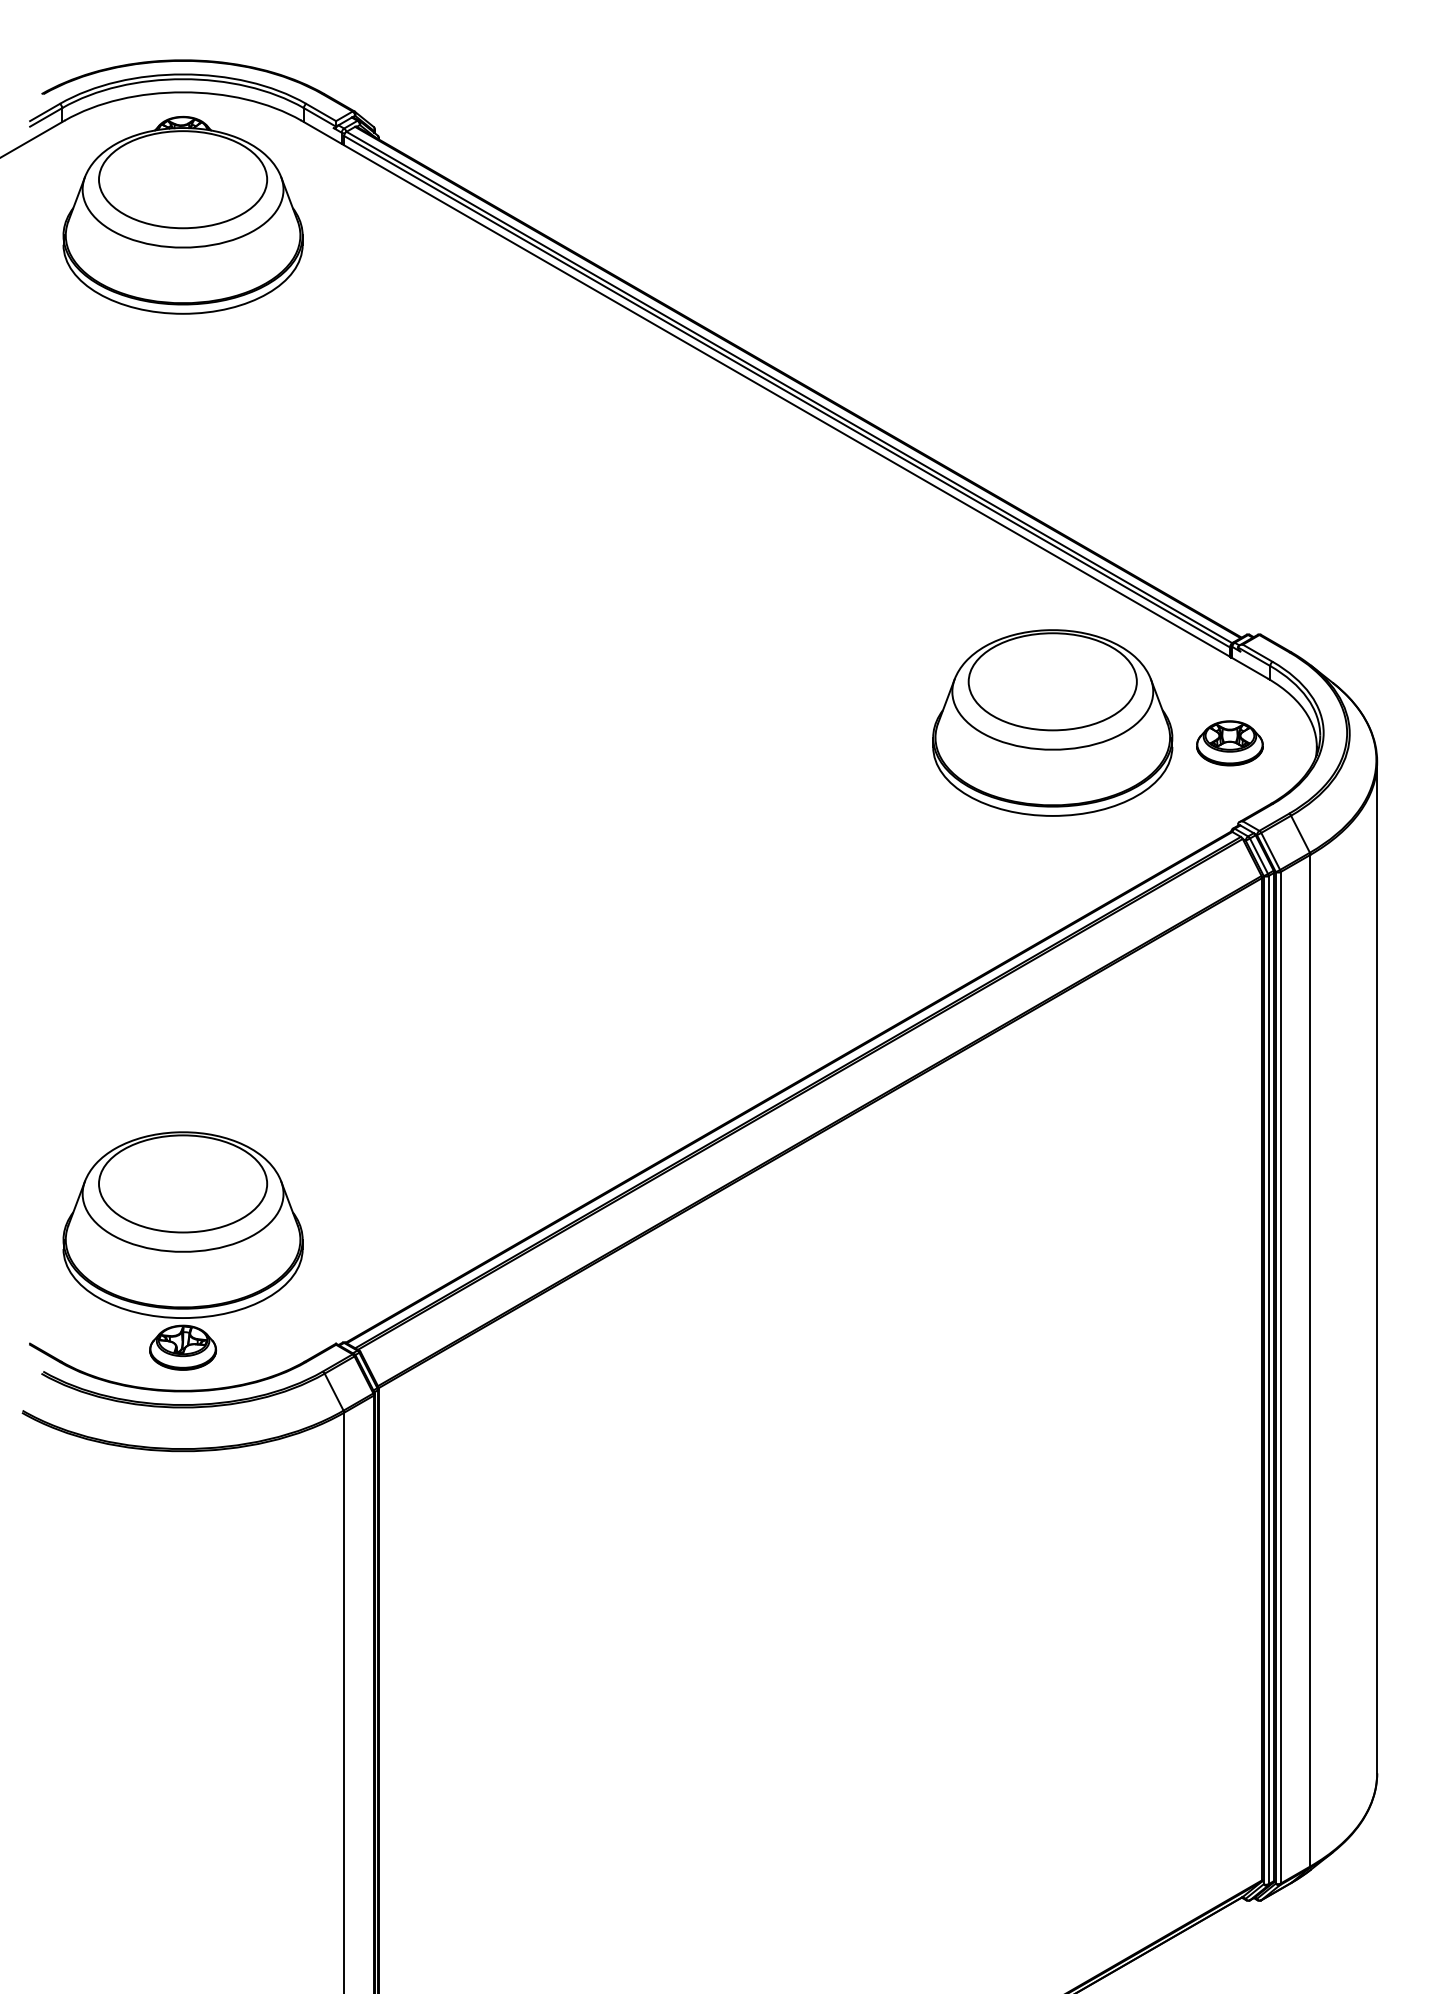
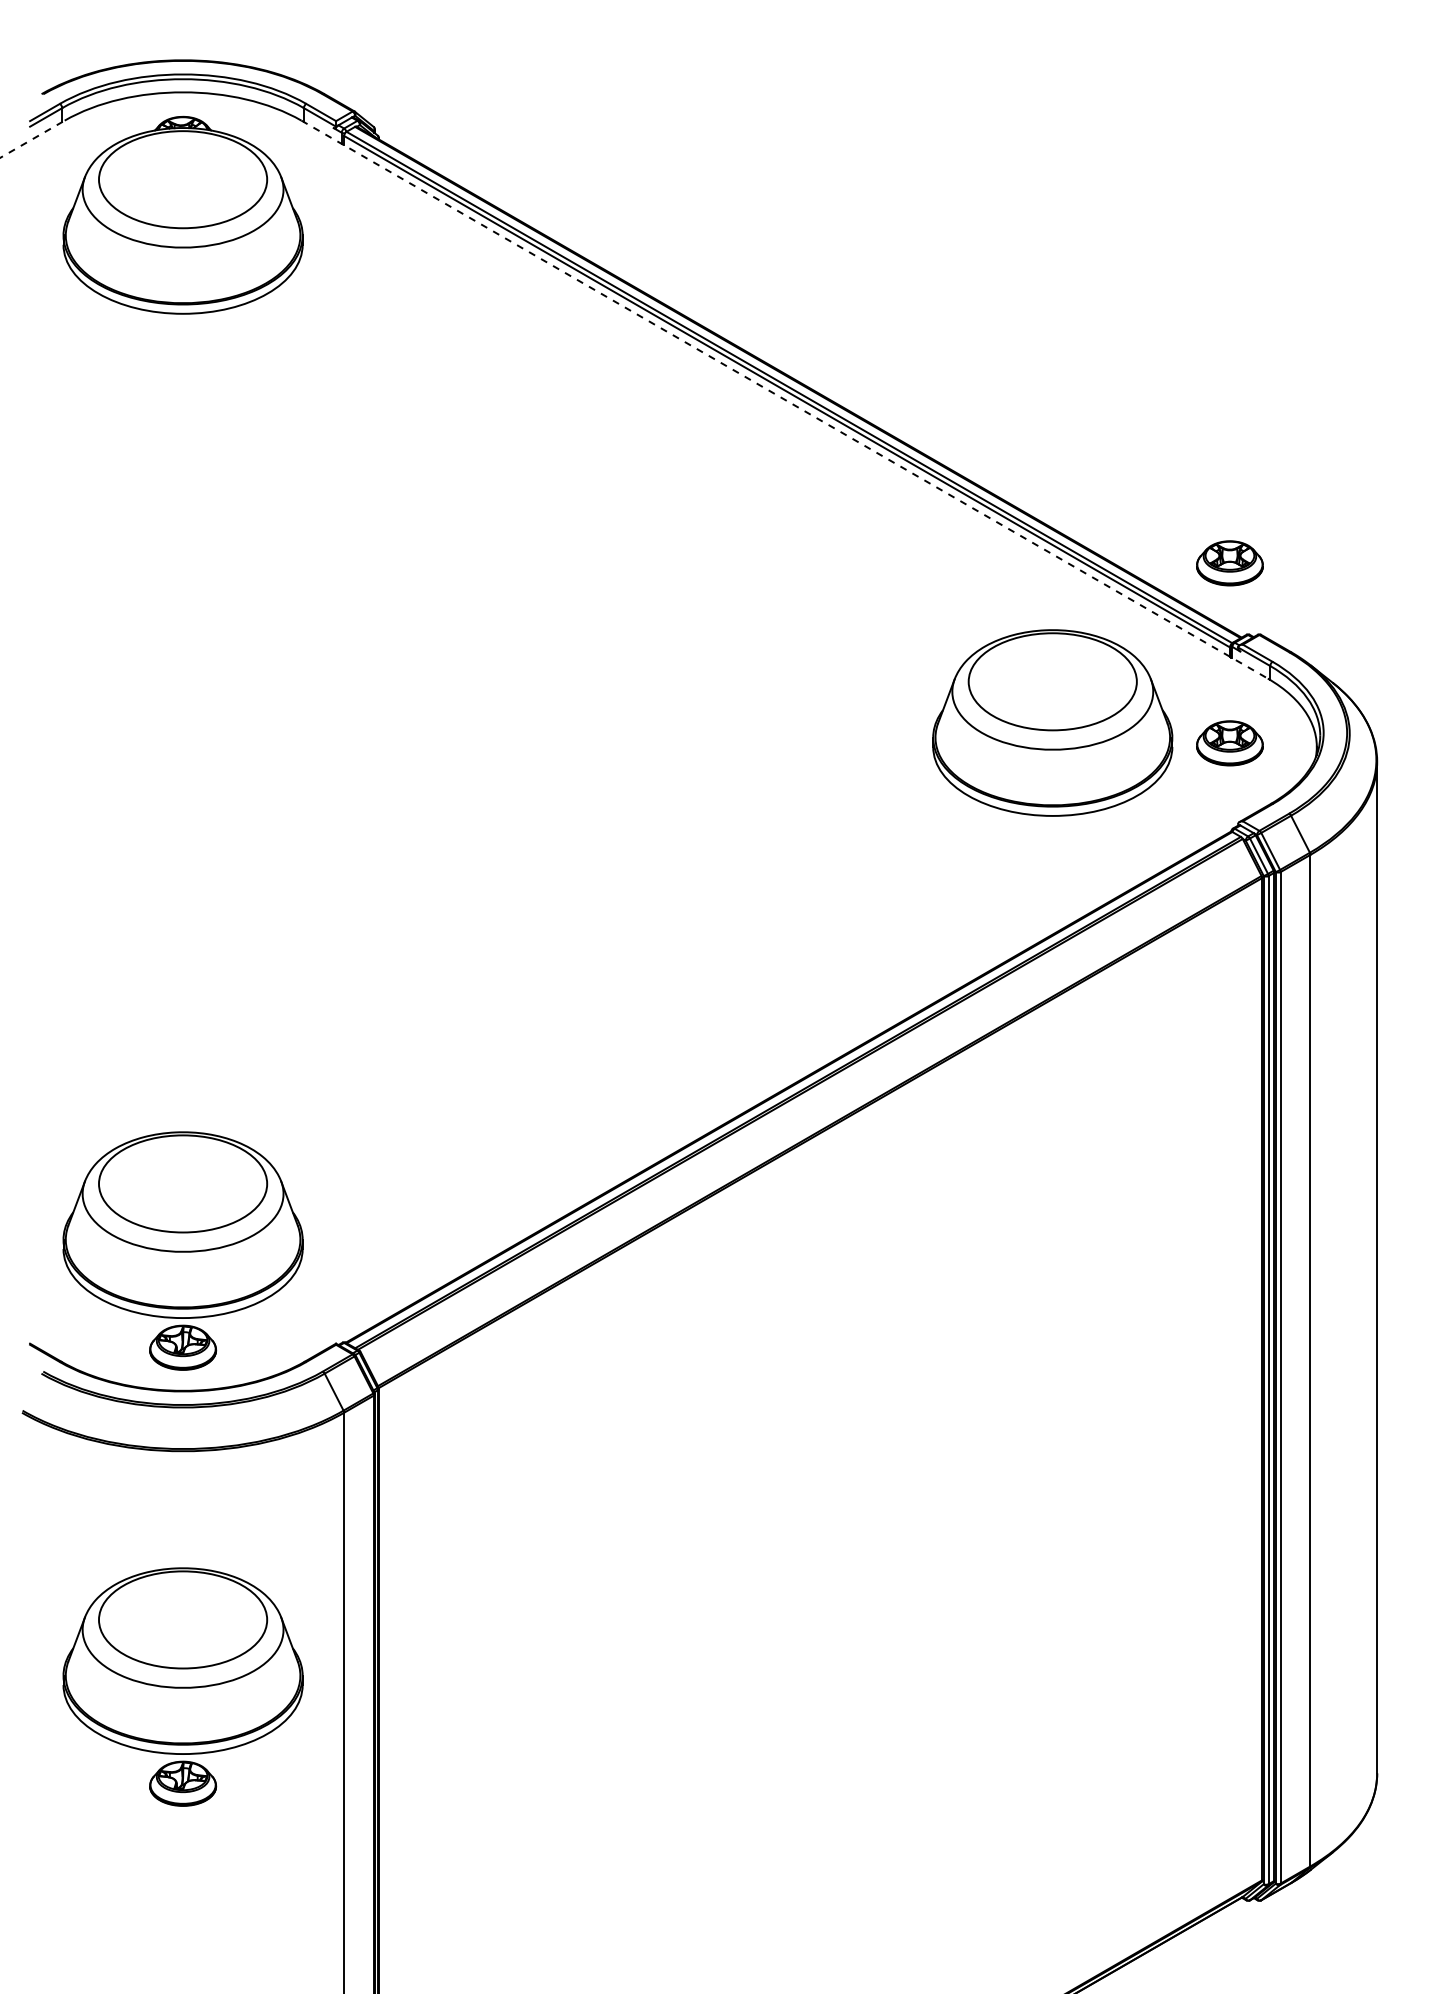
line at (32, 139): solid -> dashed
line at (784, 399): solid -> dashed
part at (1229, 563): none -> present
part at (182, 1686): none -> present
